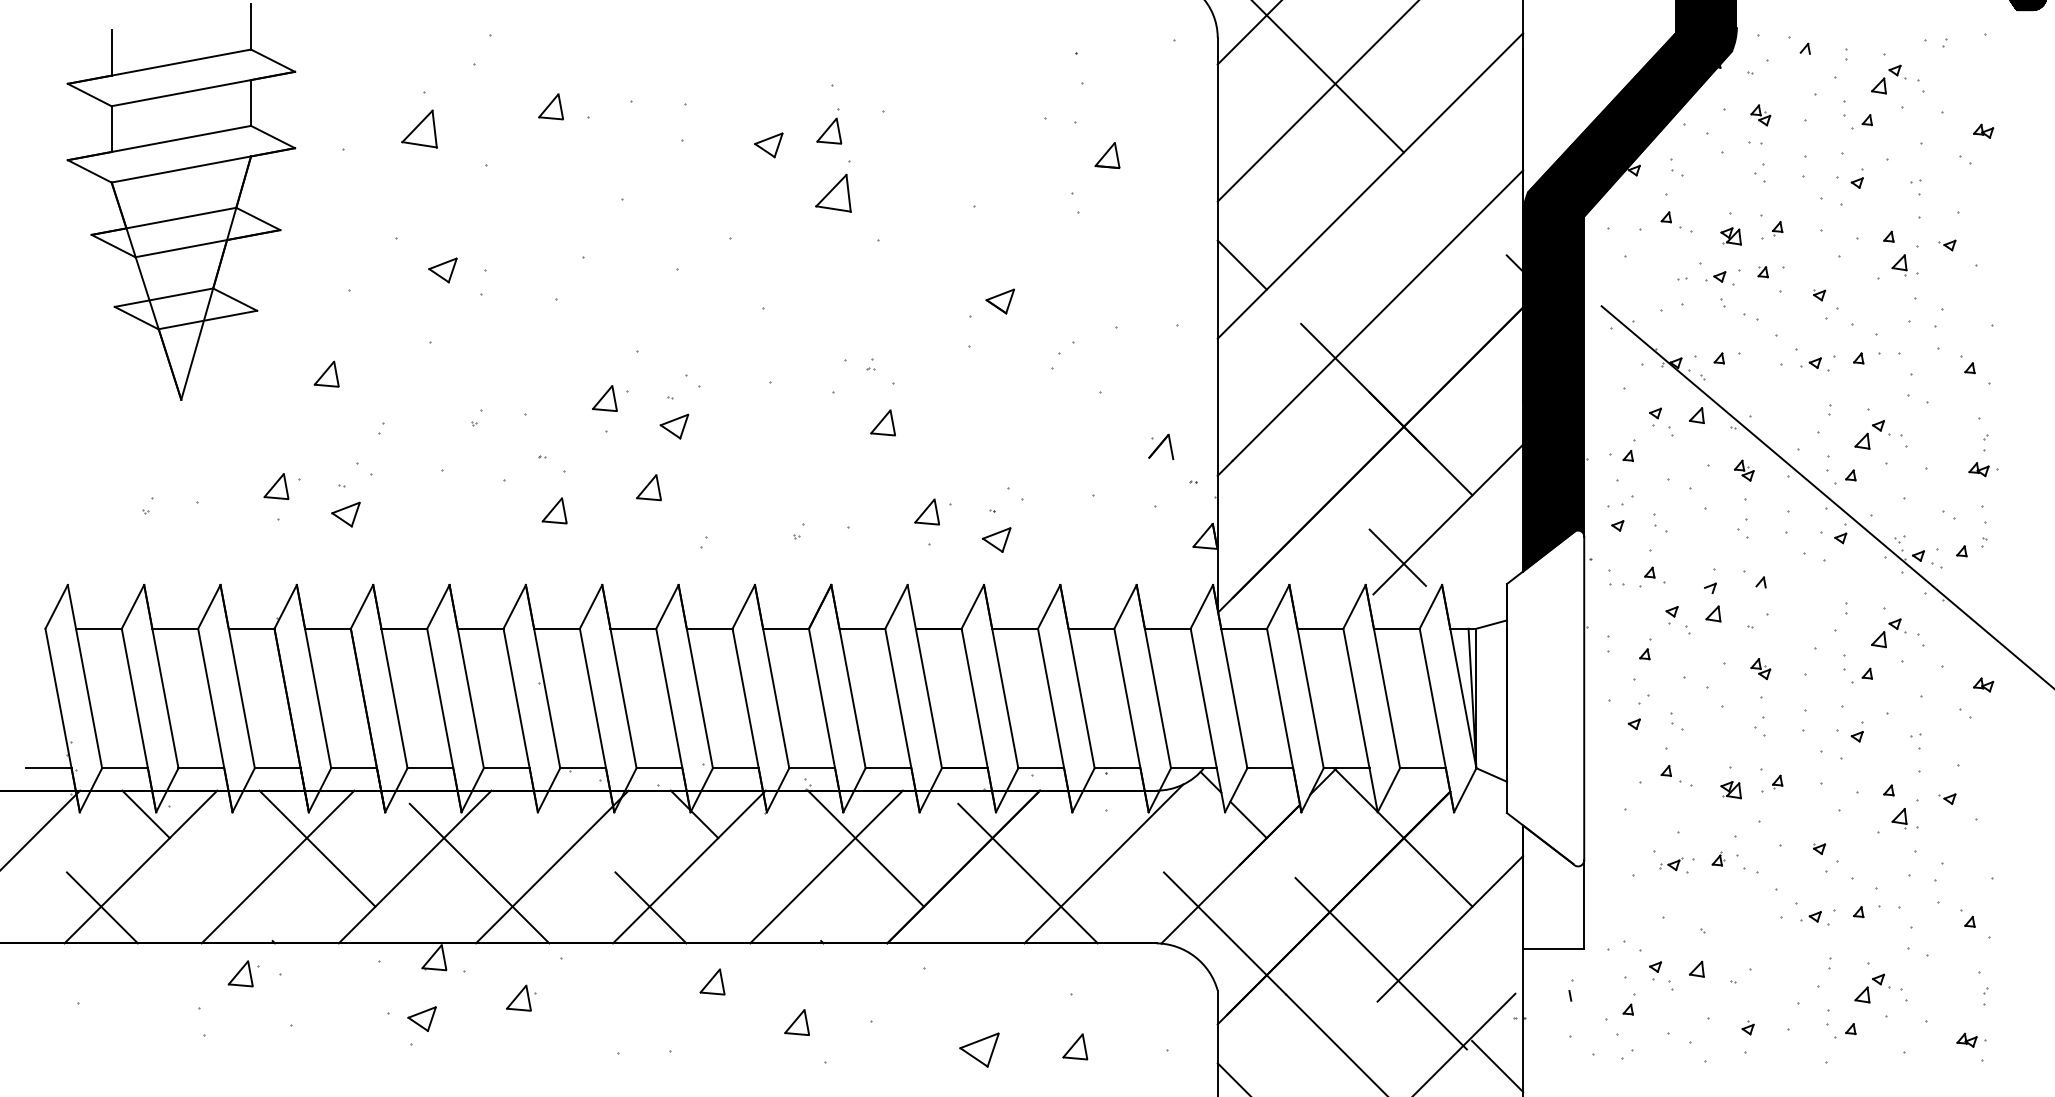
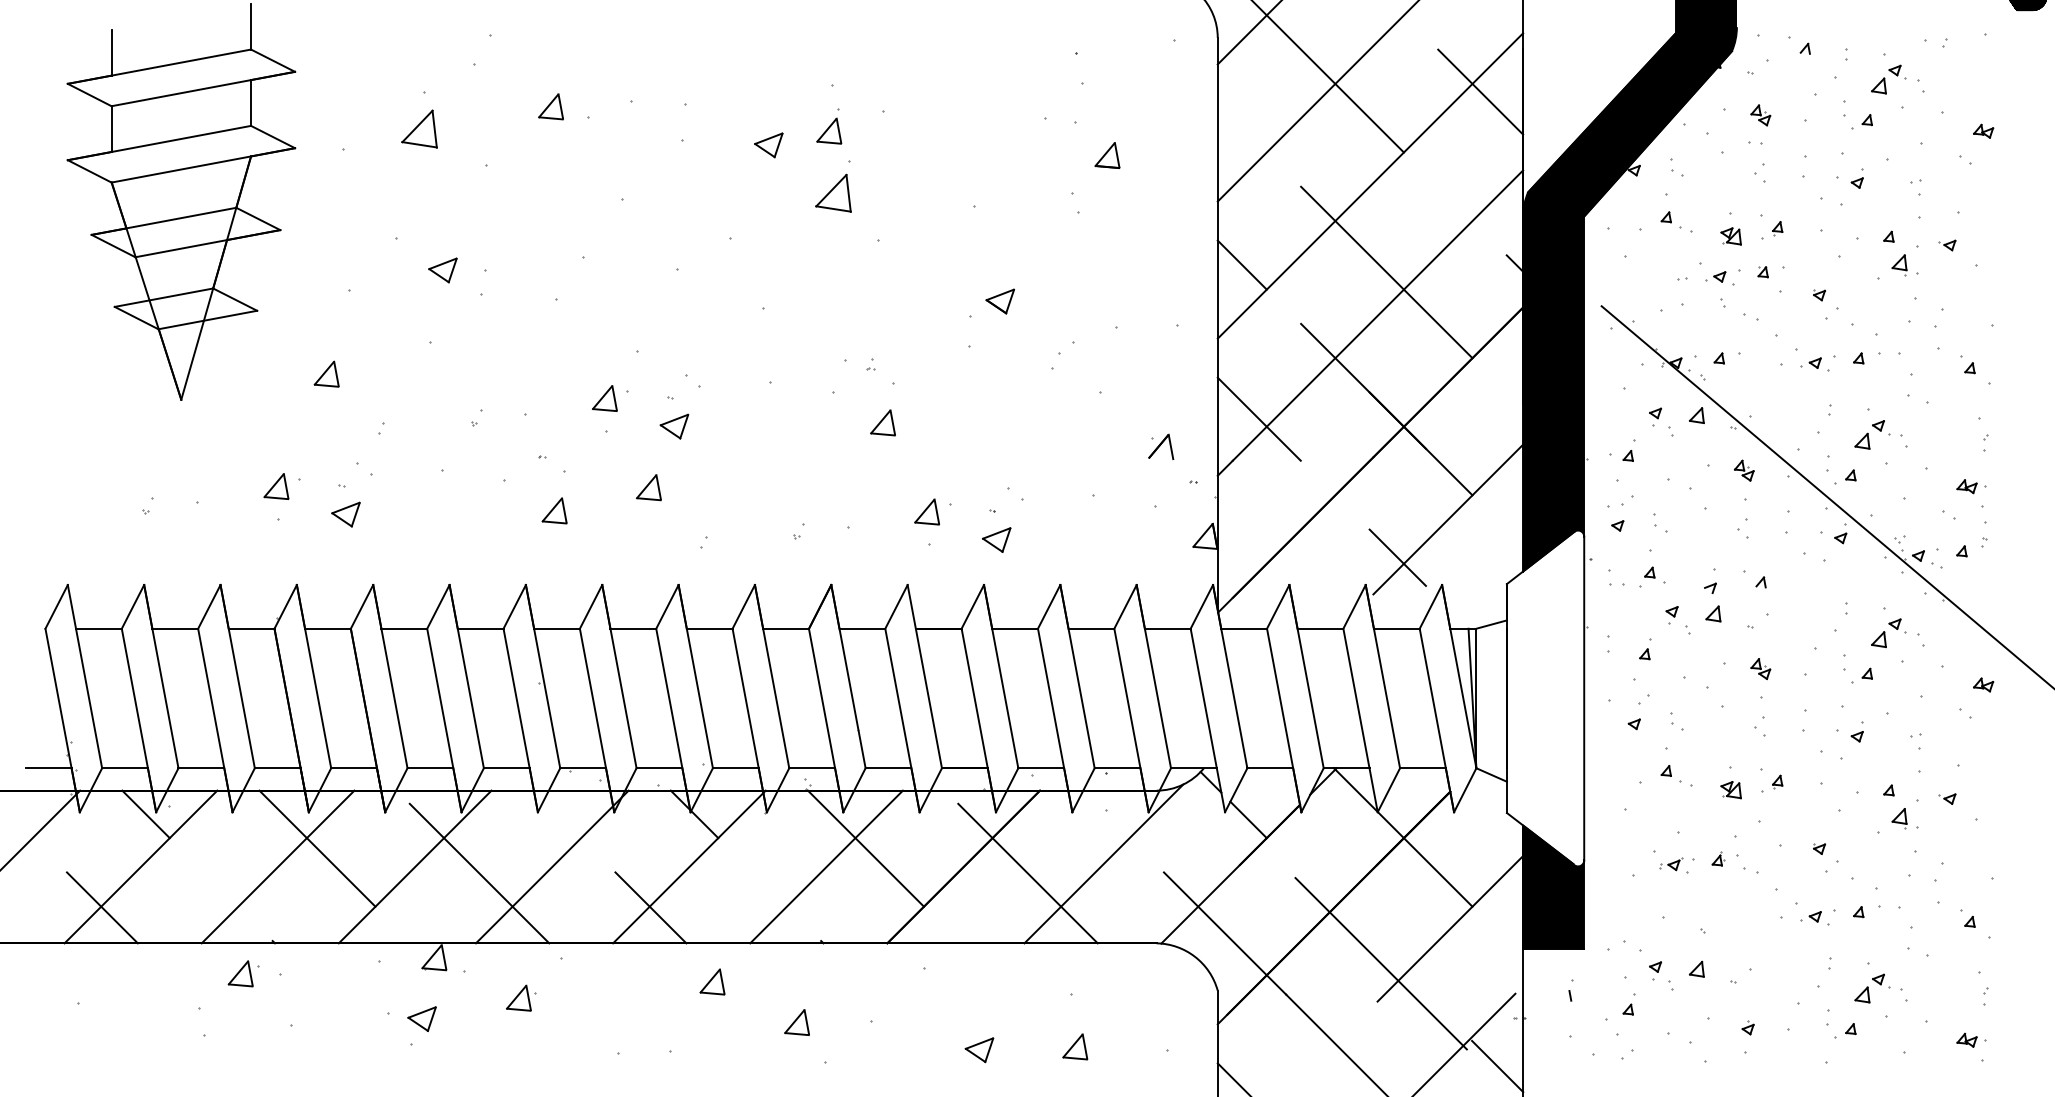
line at (1480, 91): none -> present
line at (1386, 272): none -> present
line at (1258, 418): none -> present
part at (1983, 469) position: (1983, 469) -> (1971, 486)
fill at (1553, 887): none -> present
part at (979, 1049) size: 41x36 px -> 31x27 px
